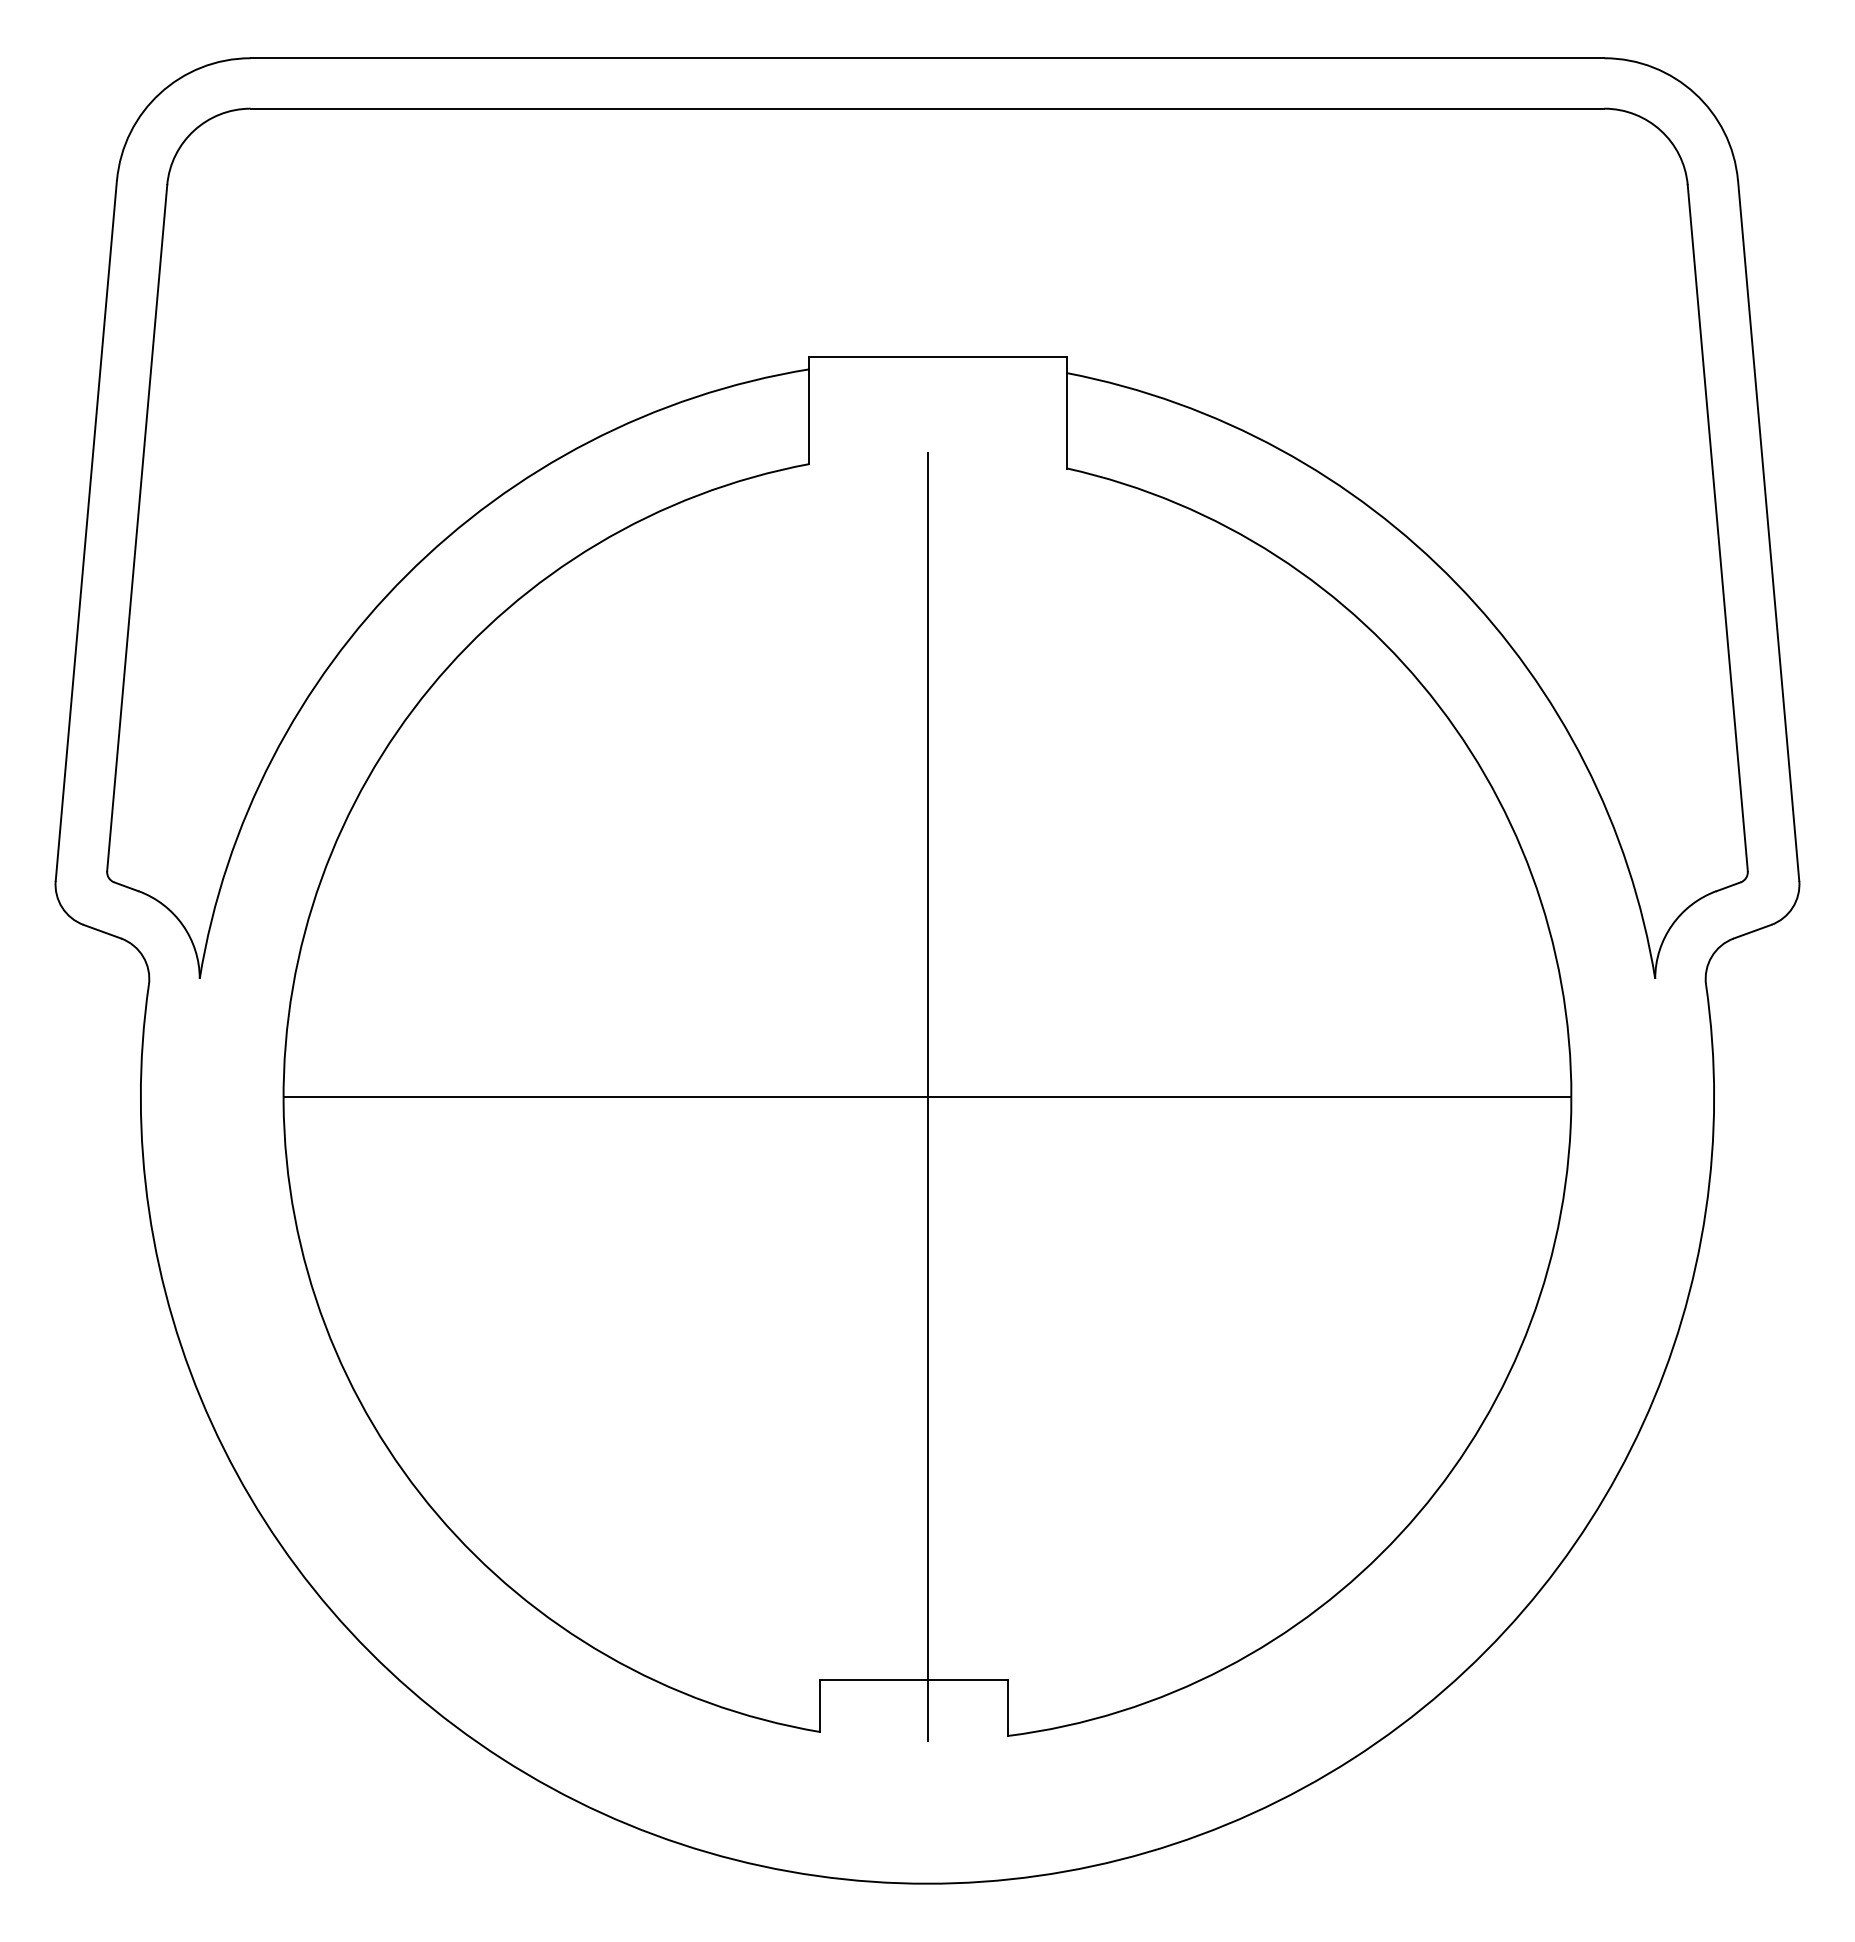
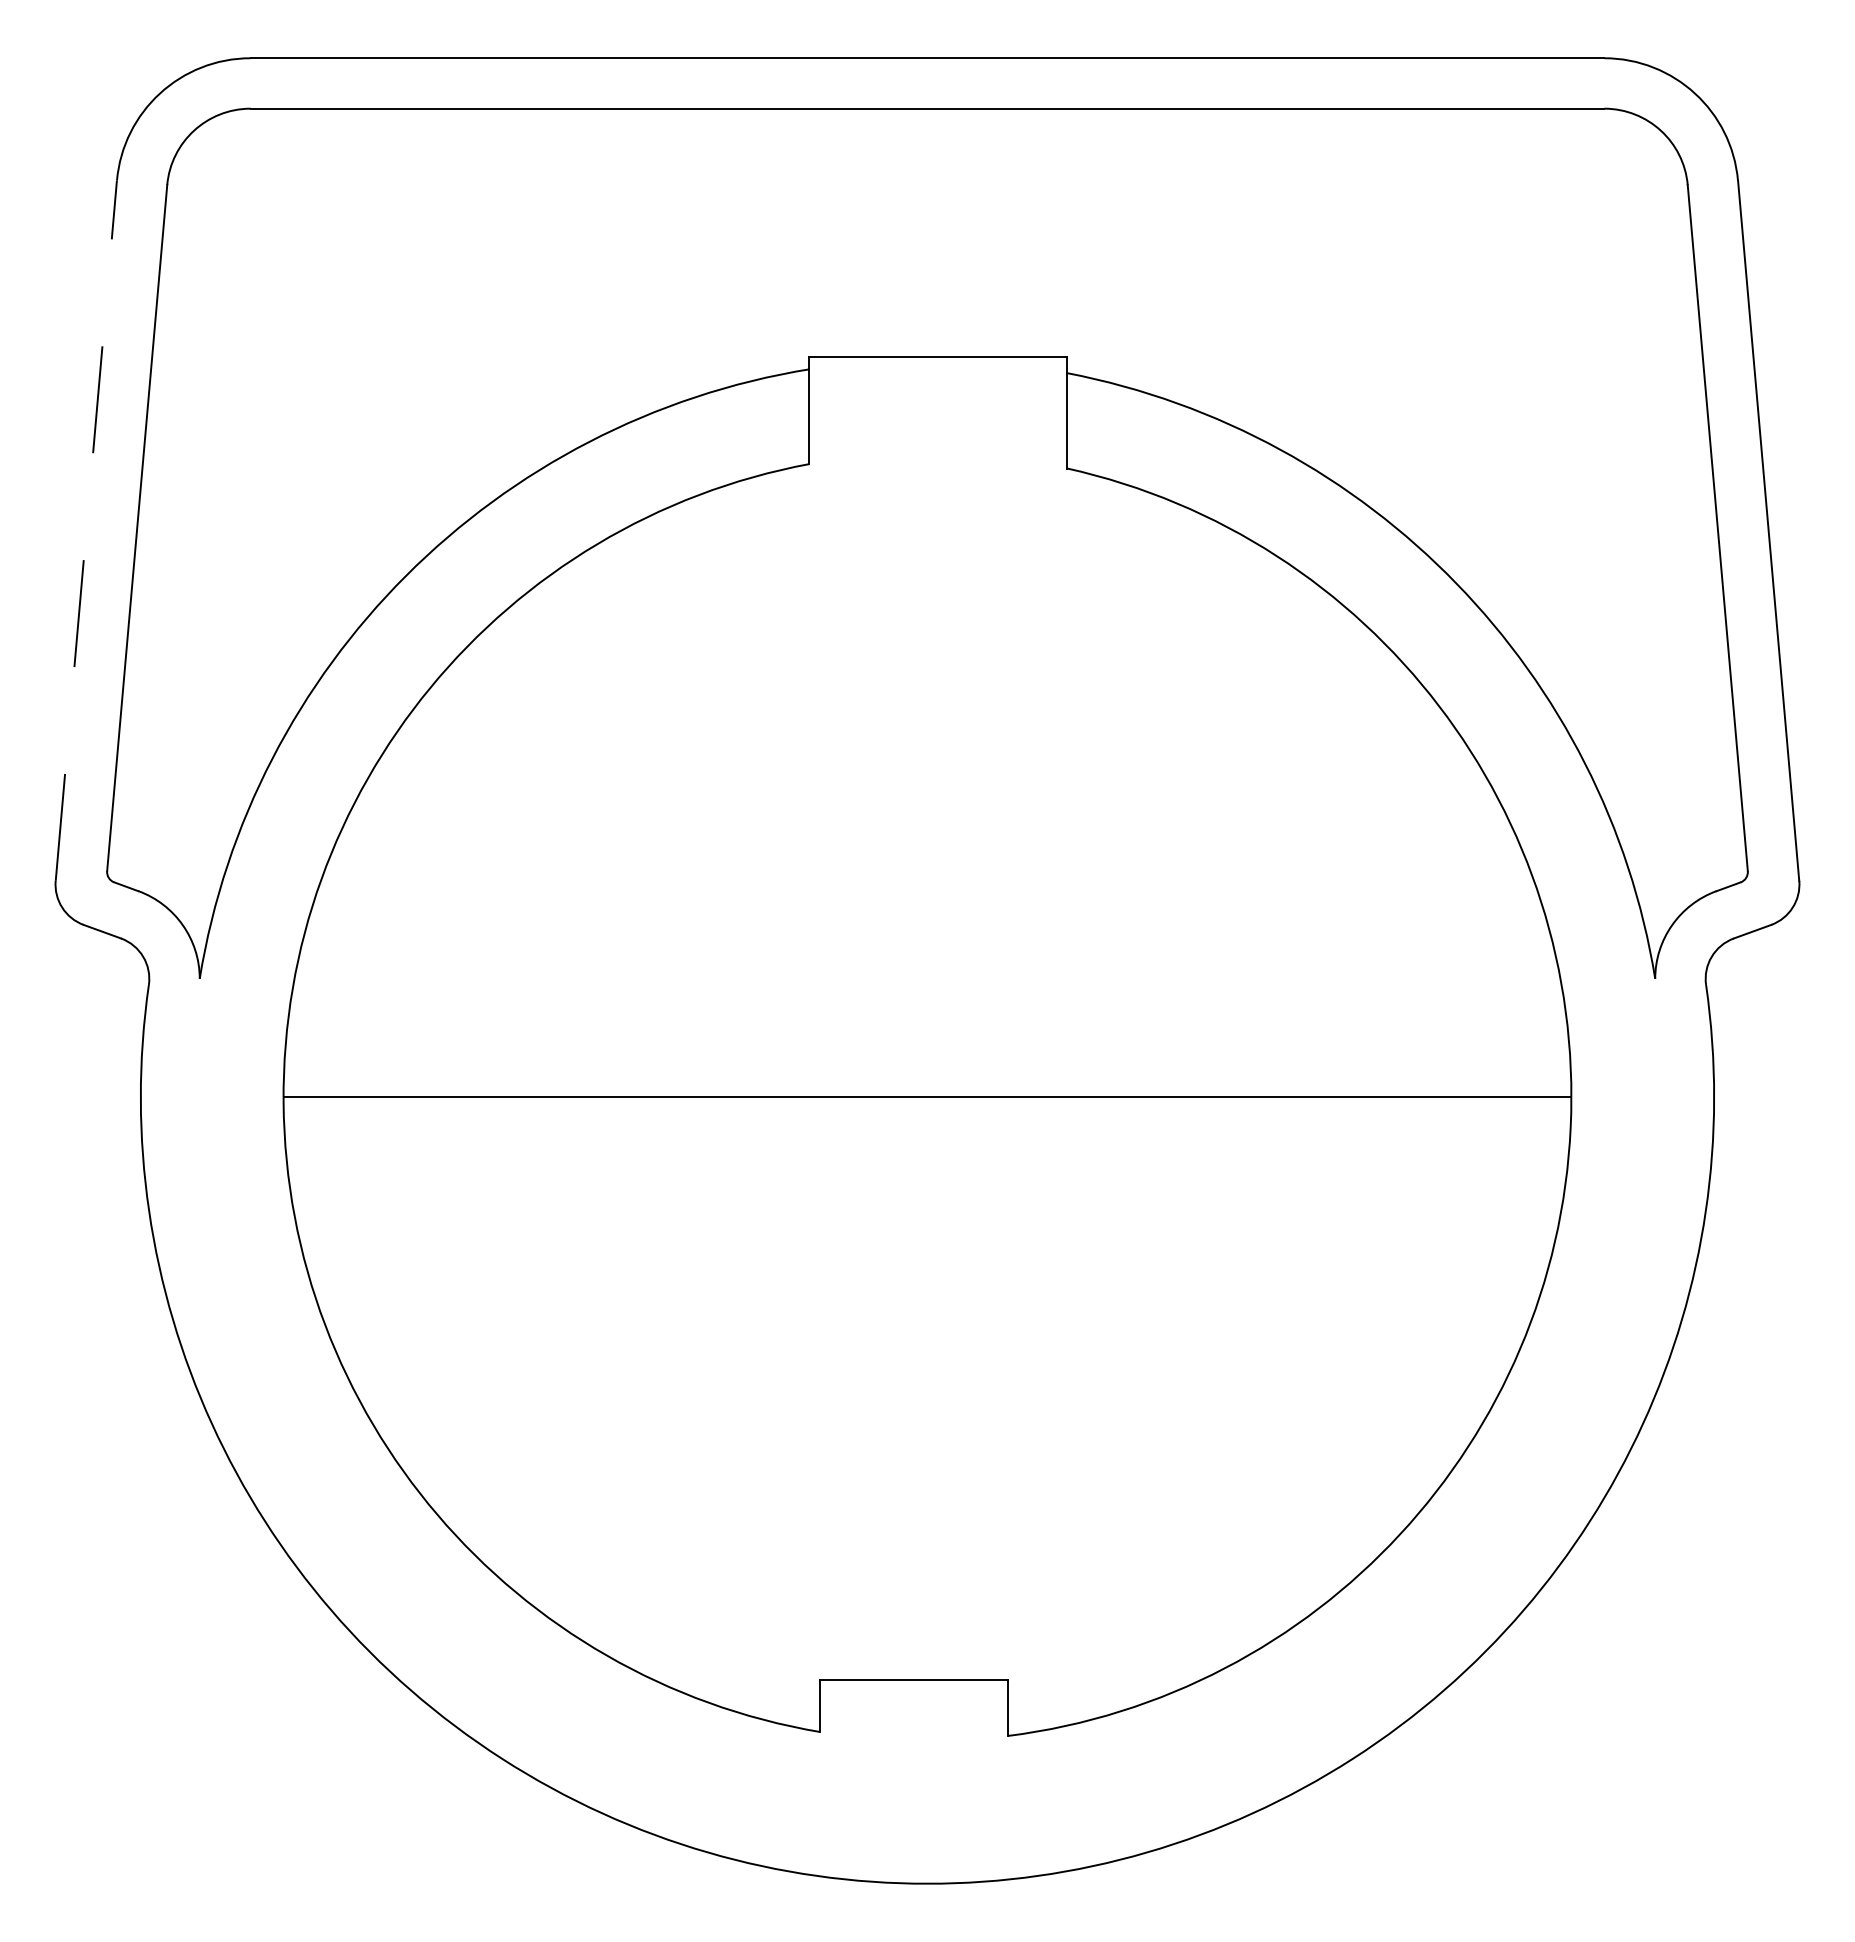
line at (86, 530): solid -> dashed
line at (927, 1097): present -> none
